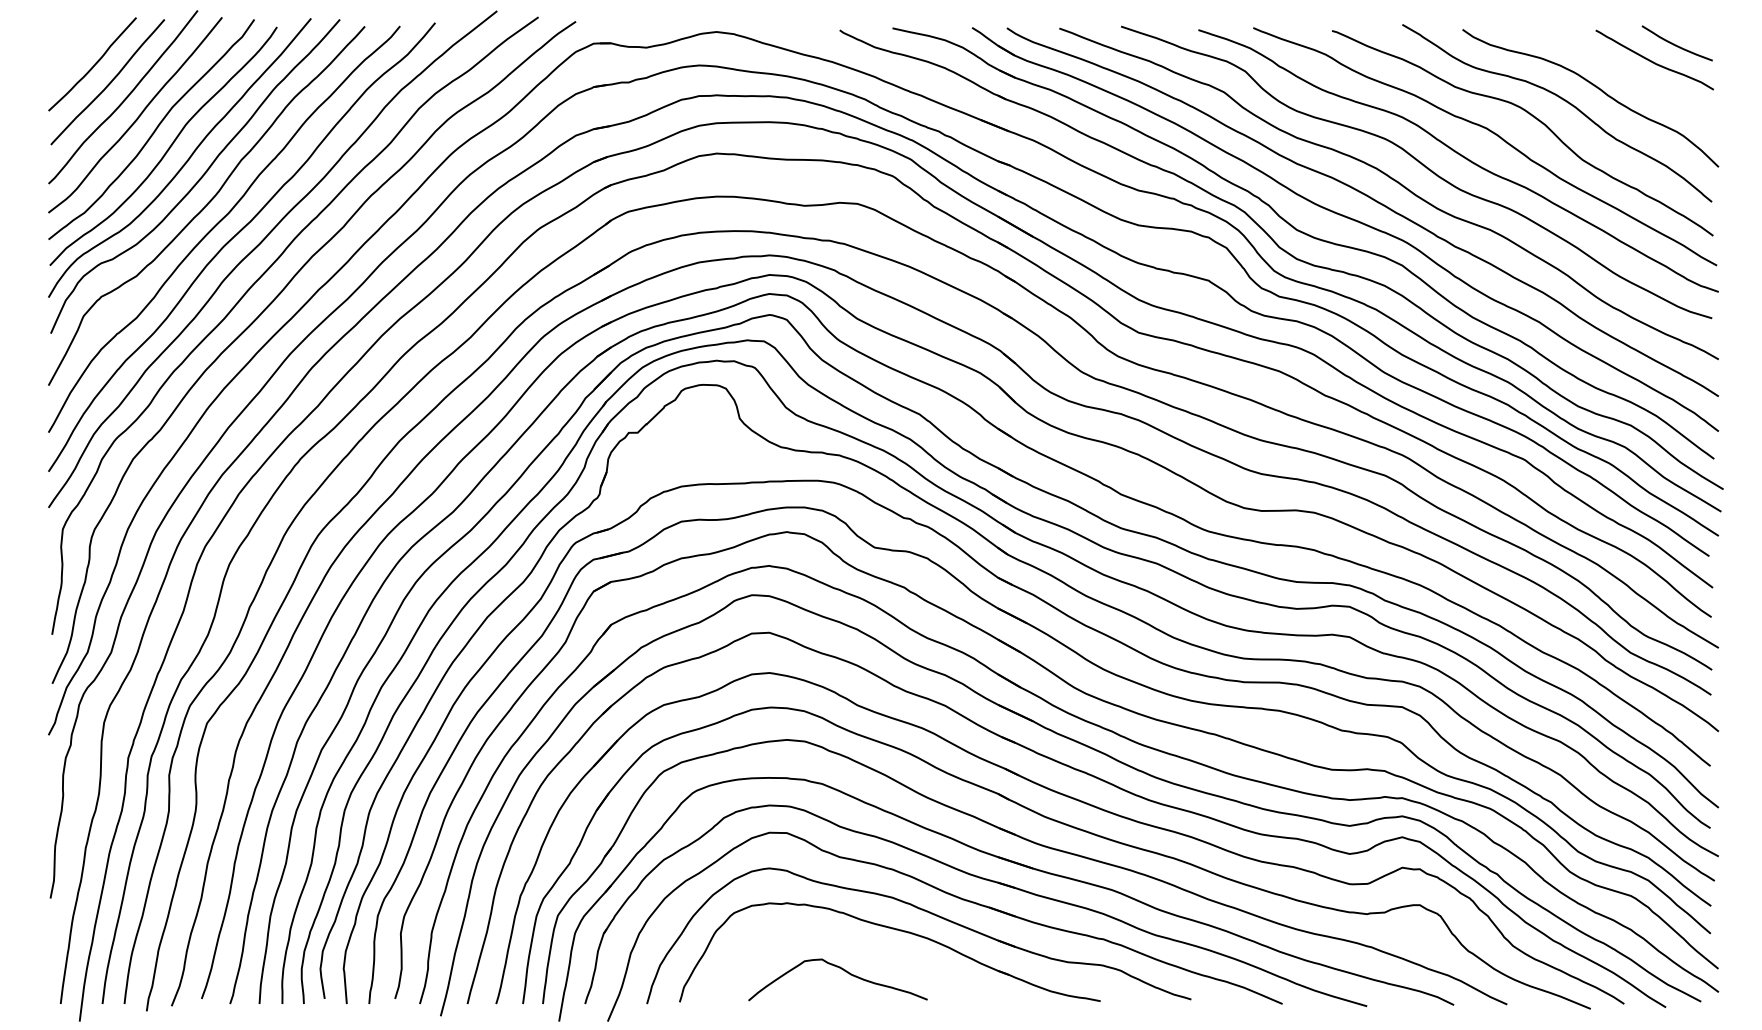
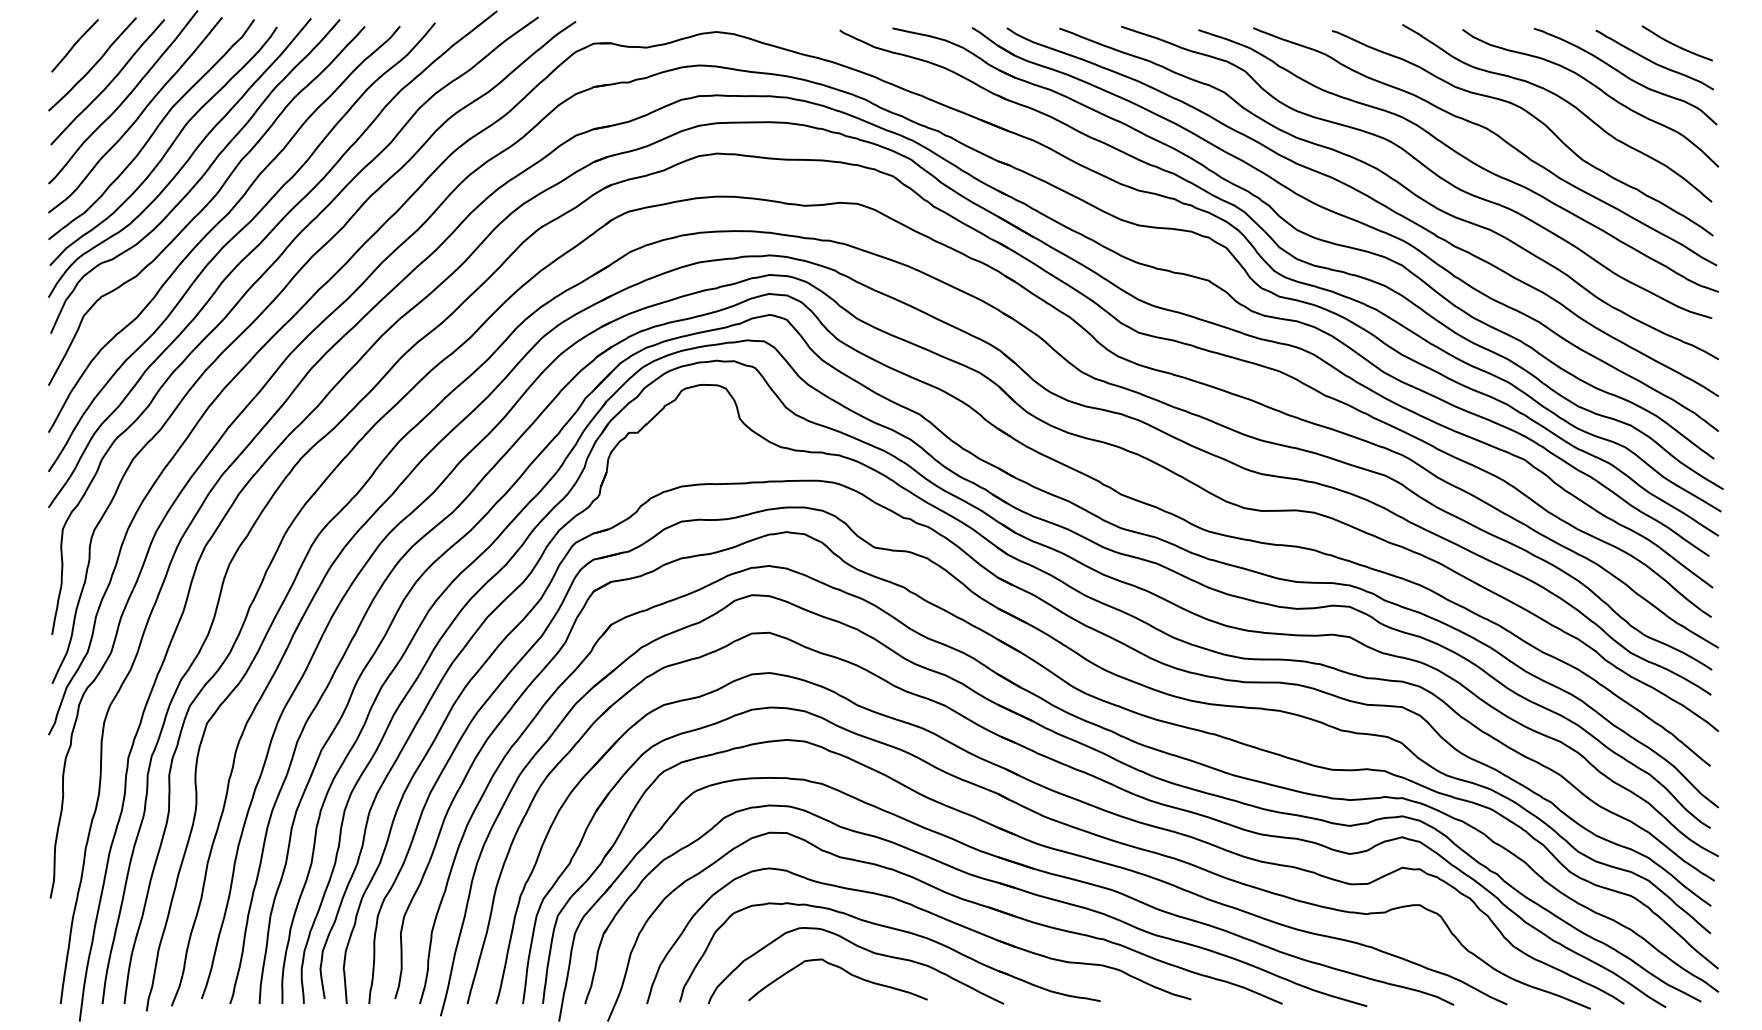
line at (74, 45): none -> present
curve at (1625, 76): none -> present
curve at (860, 948): none -> present
